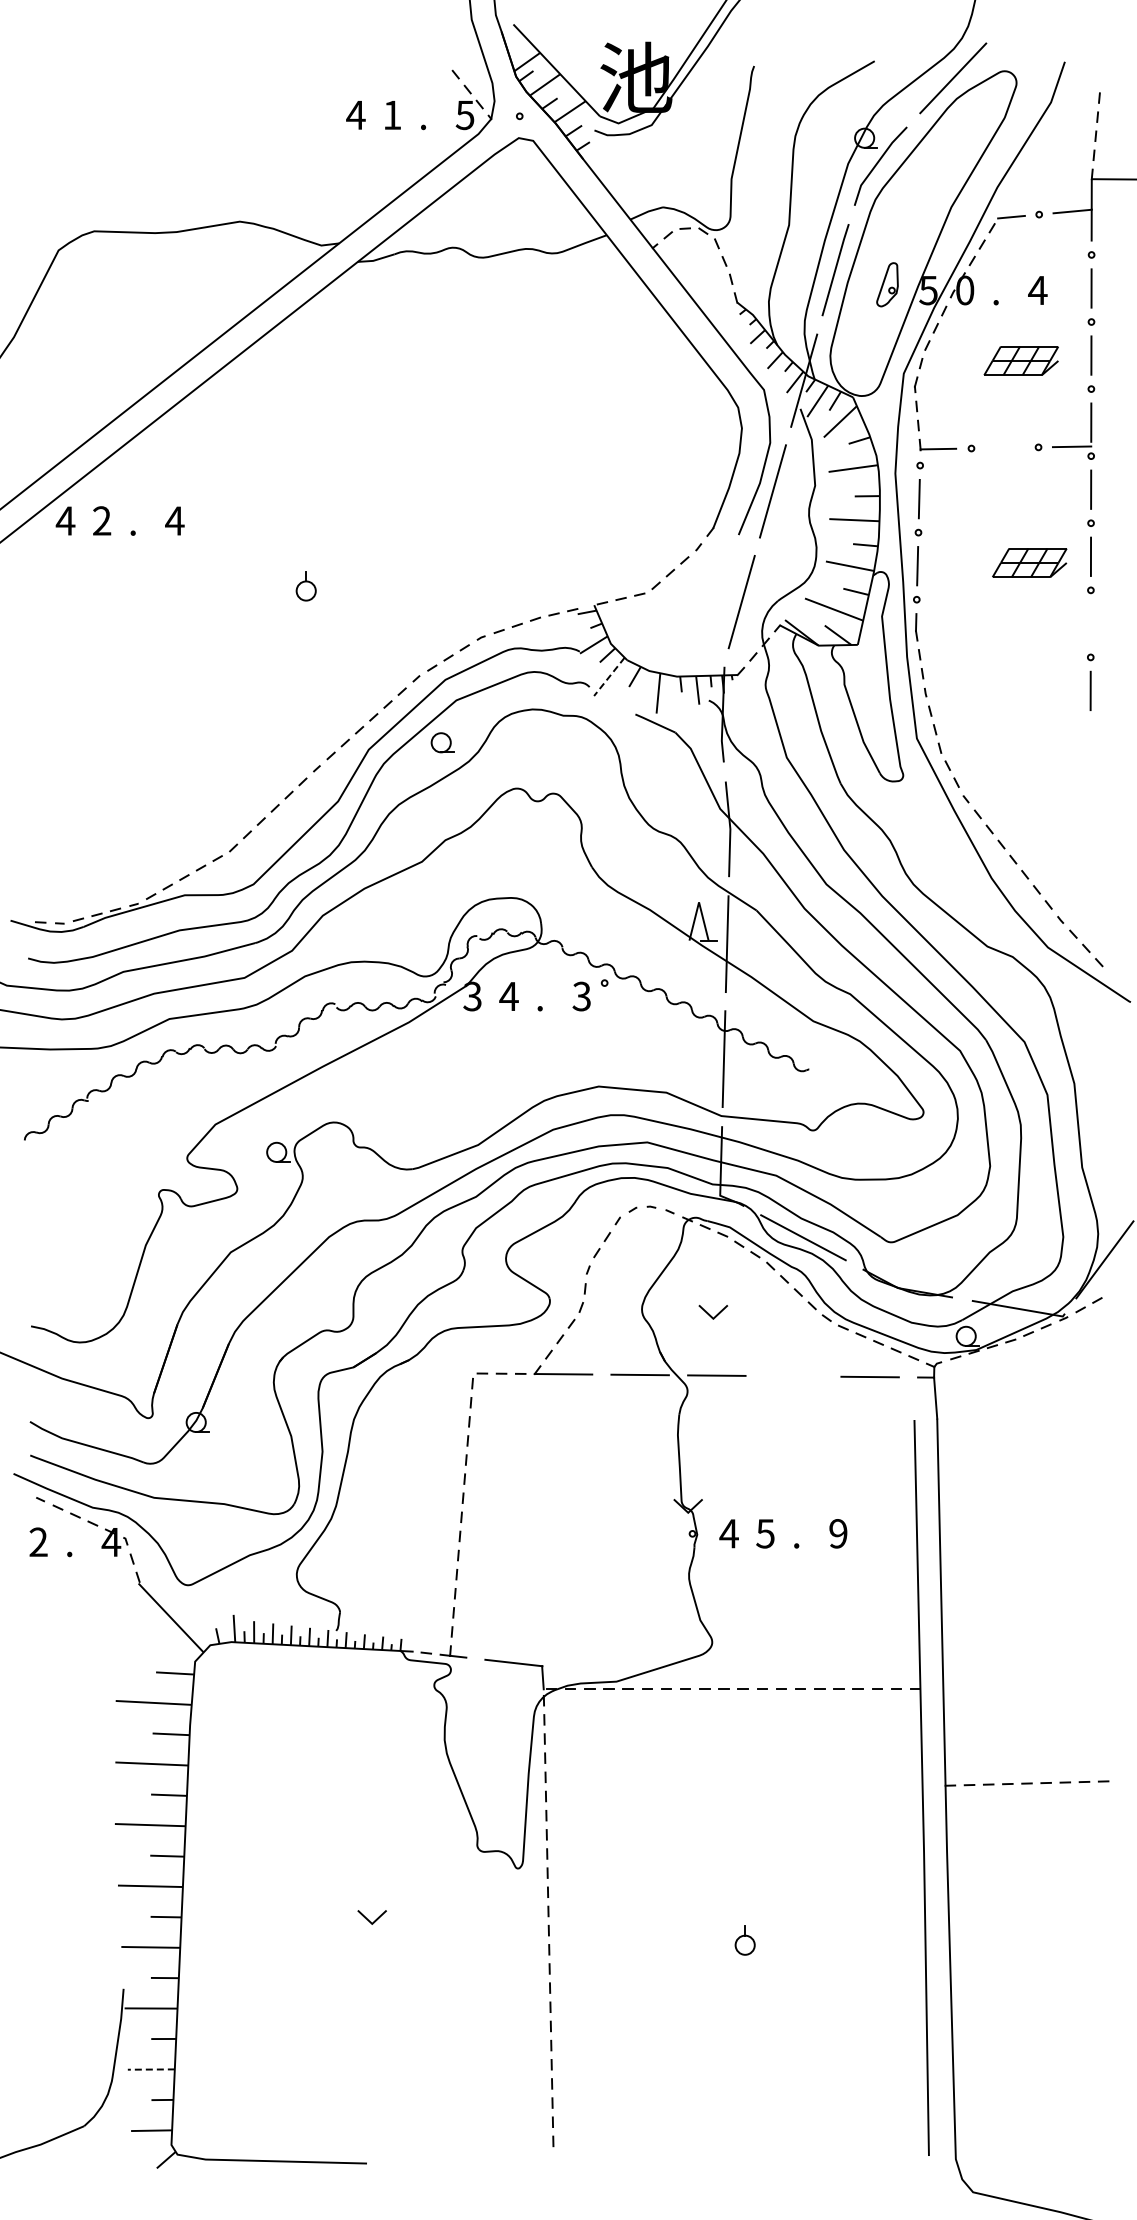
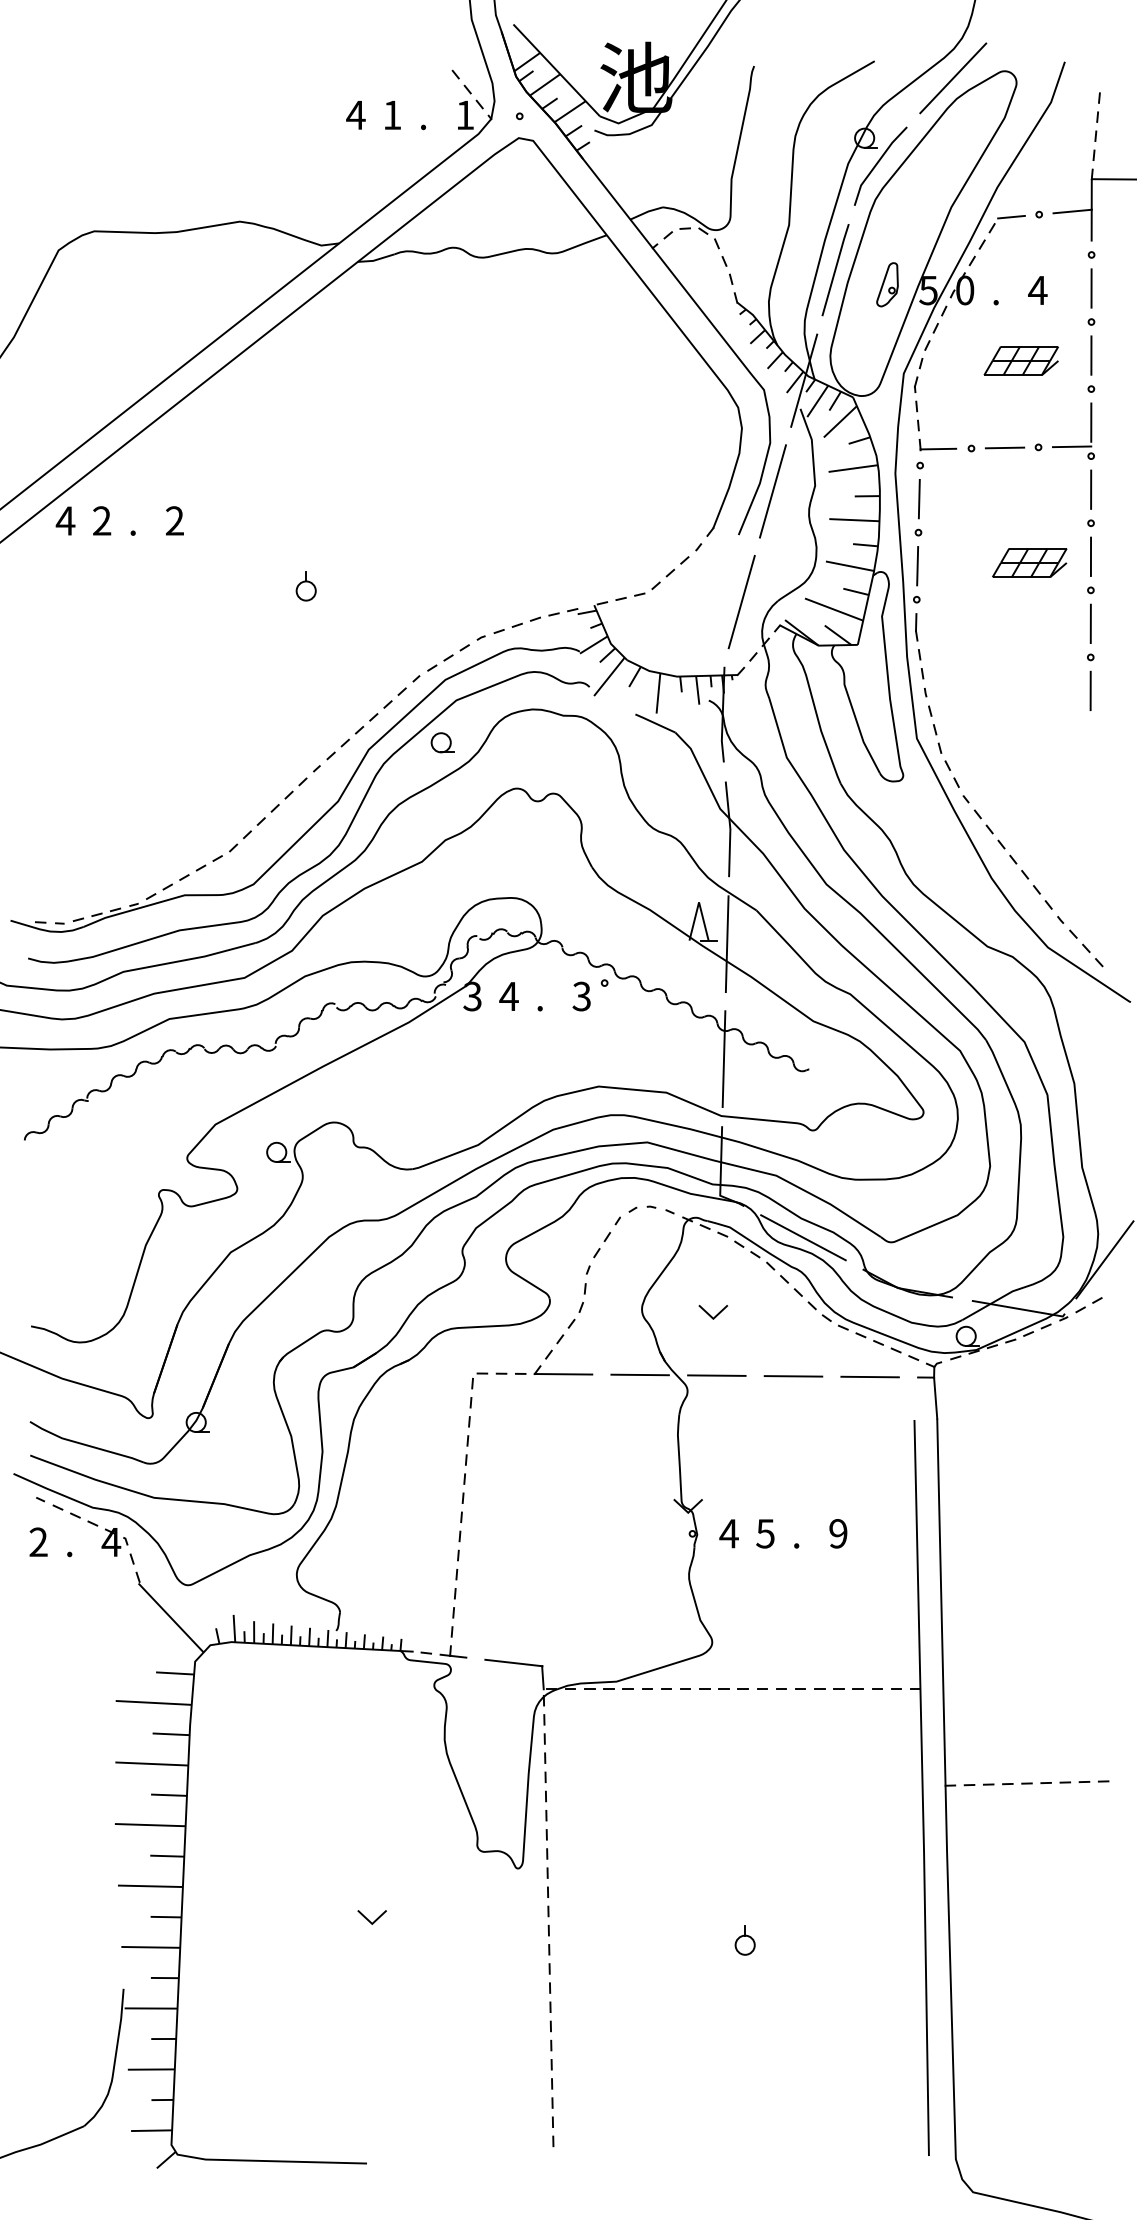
text at (464, 115): 5 -> 1
line at (1005, 447): none -> present
text at (174, 520): 4 -> 2
line at (1090, 623): none -> present
line at (609, 676): dashed -> solid
line at (793, 1376): none -> present
line at (150, 2069): dashed -> solid
